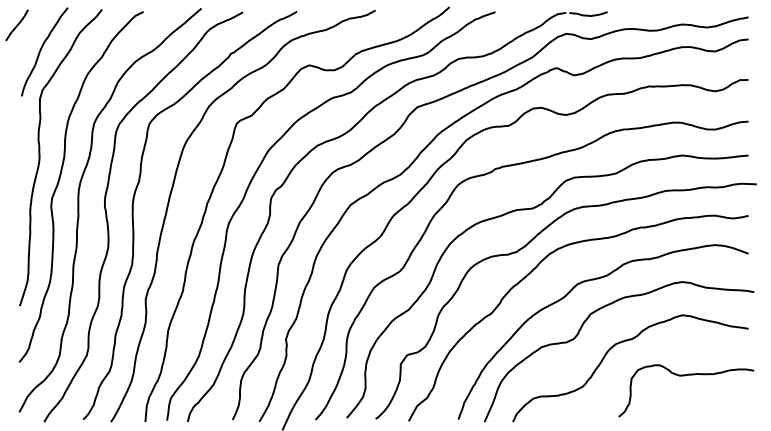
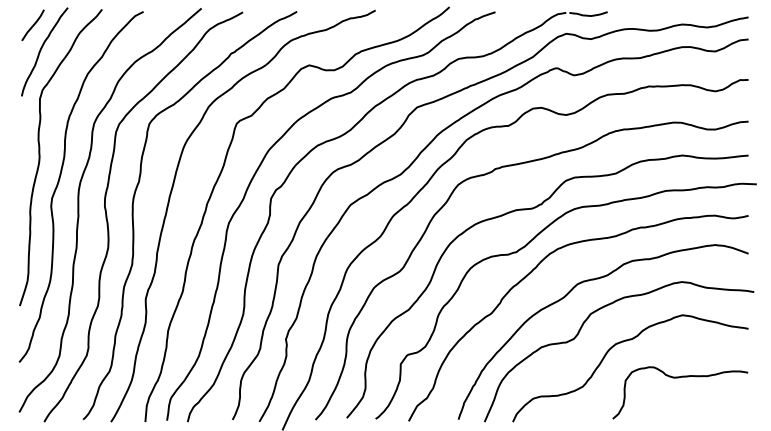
line at (16, 25) position: (16, 25) -> (32, 25)
curve at (685, 376) position: (685, 376) -> (679, 378)
